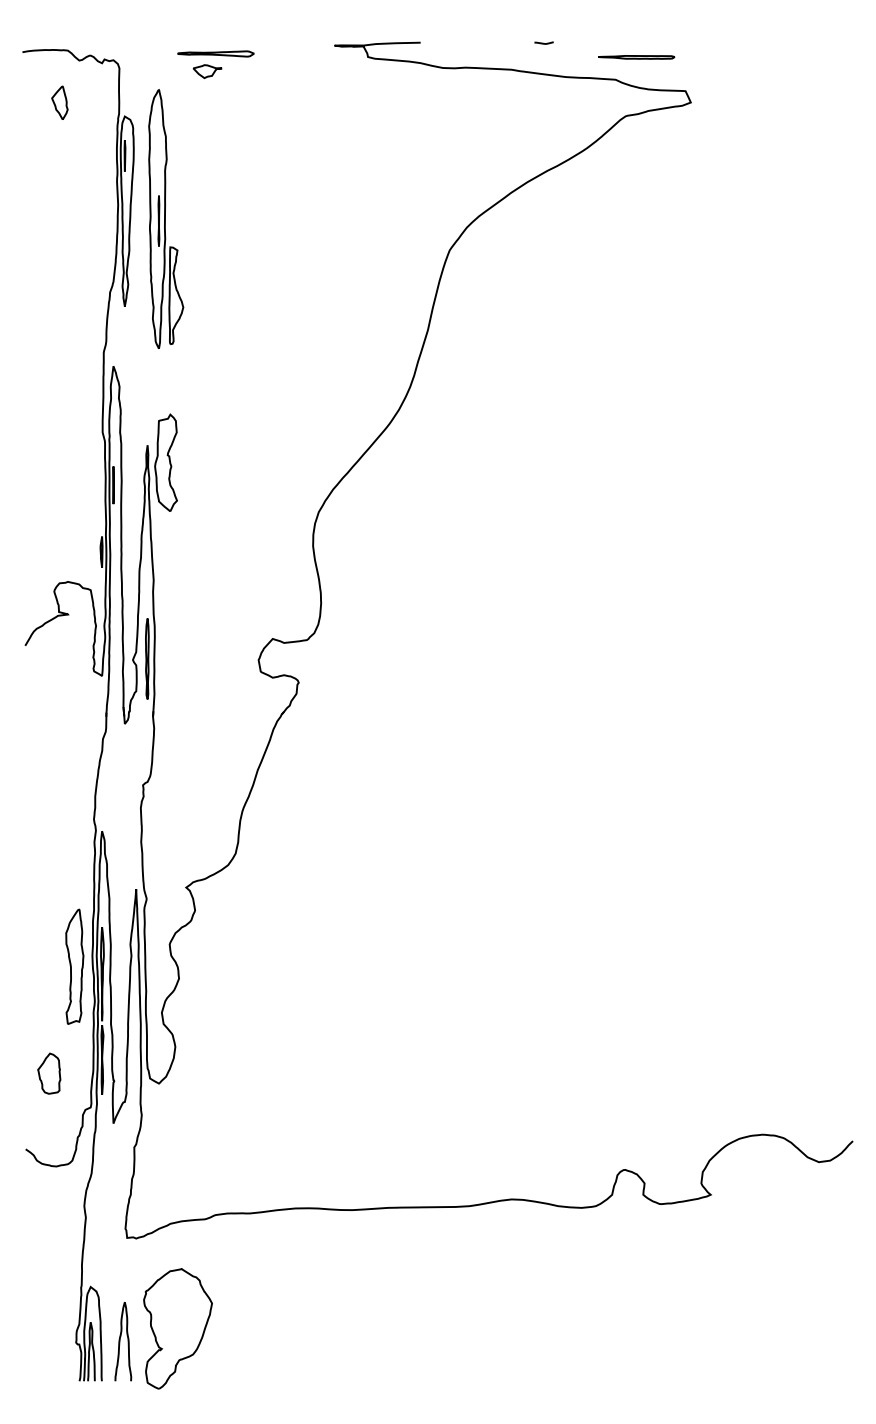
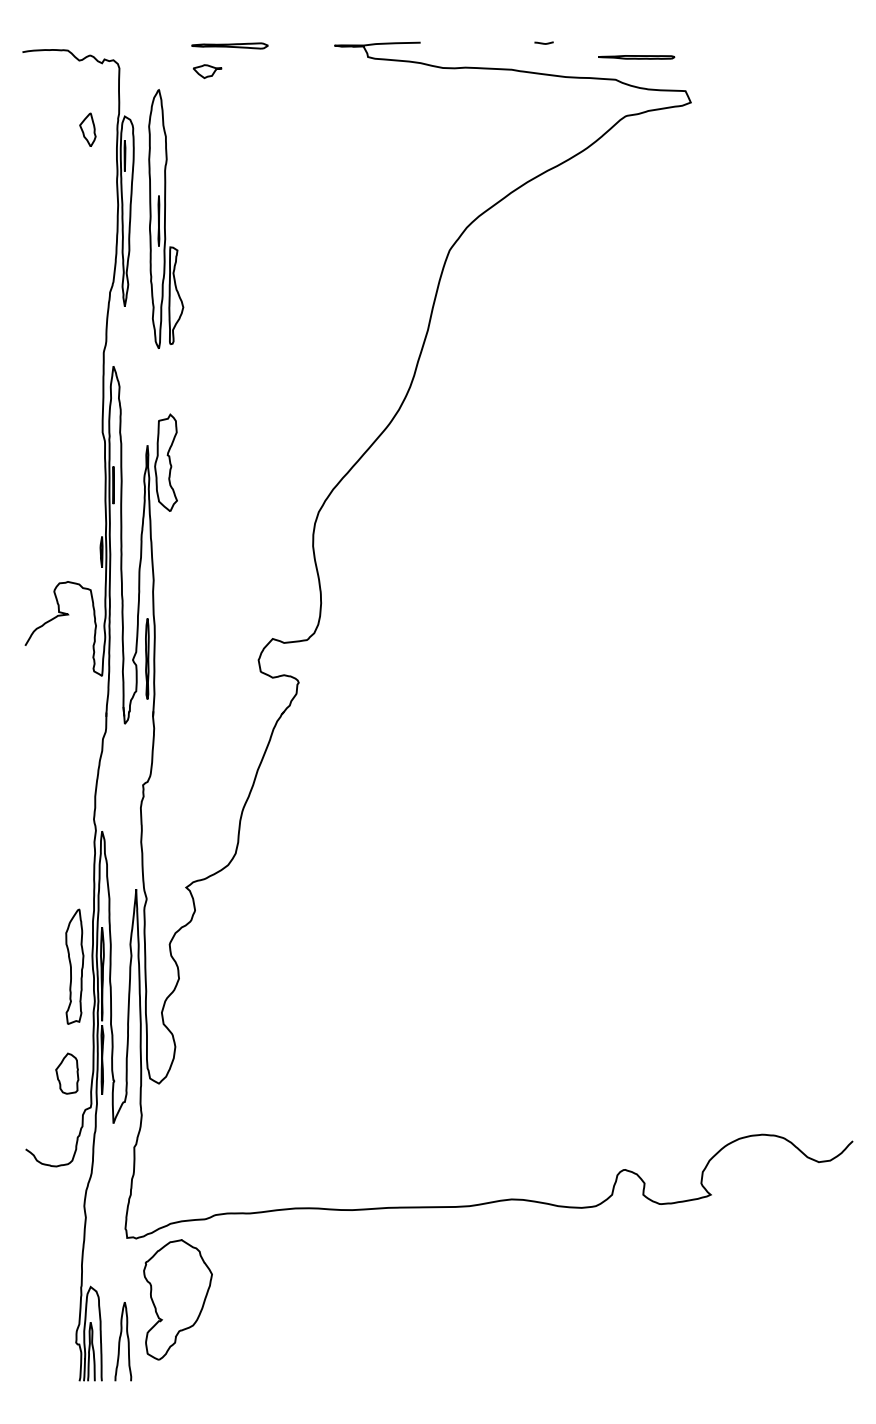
part at (215, 53) position: (215, 53) -> (229, 45)
part at (59, 102) position: (59, 102) -> (87, 129)
part at (49, 1073) position: (49, 1073) -> (67, 1073)
part at (177, 1328) position: (177, 1328) -> (177, 1299)
